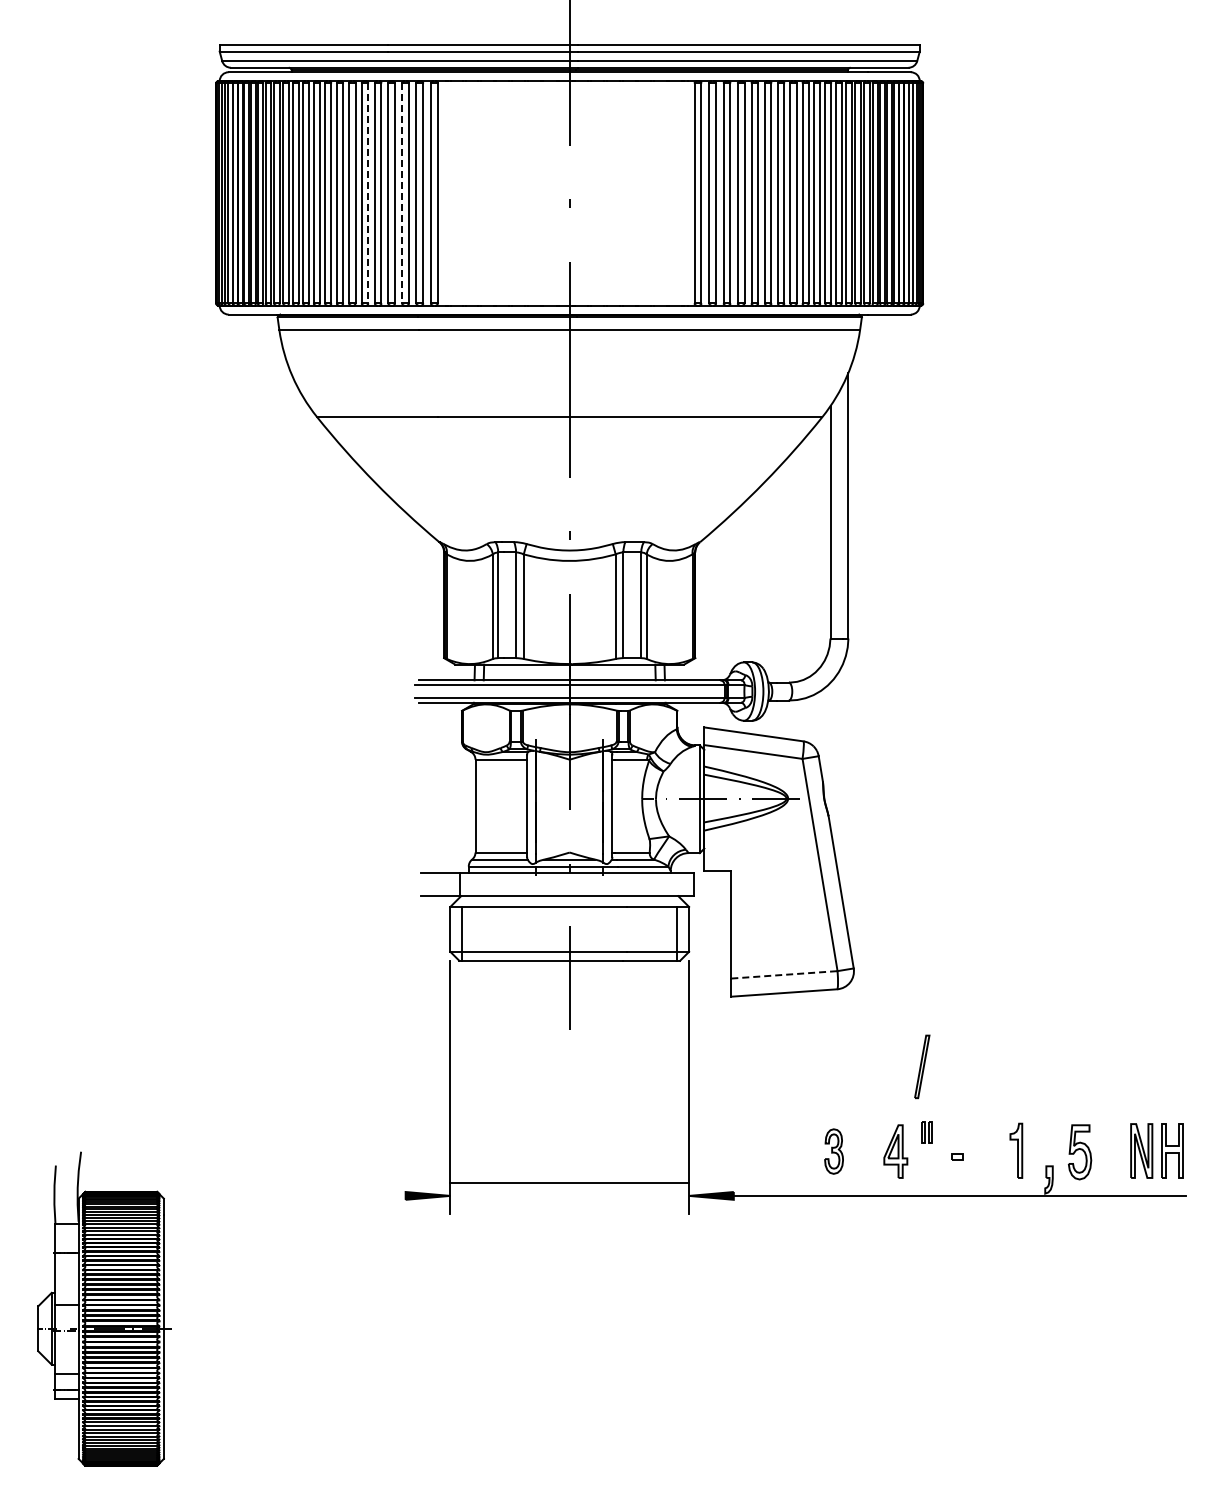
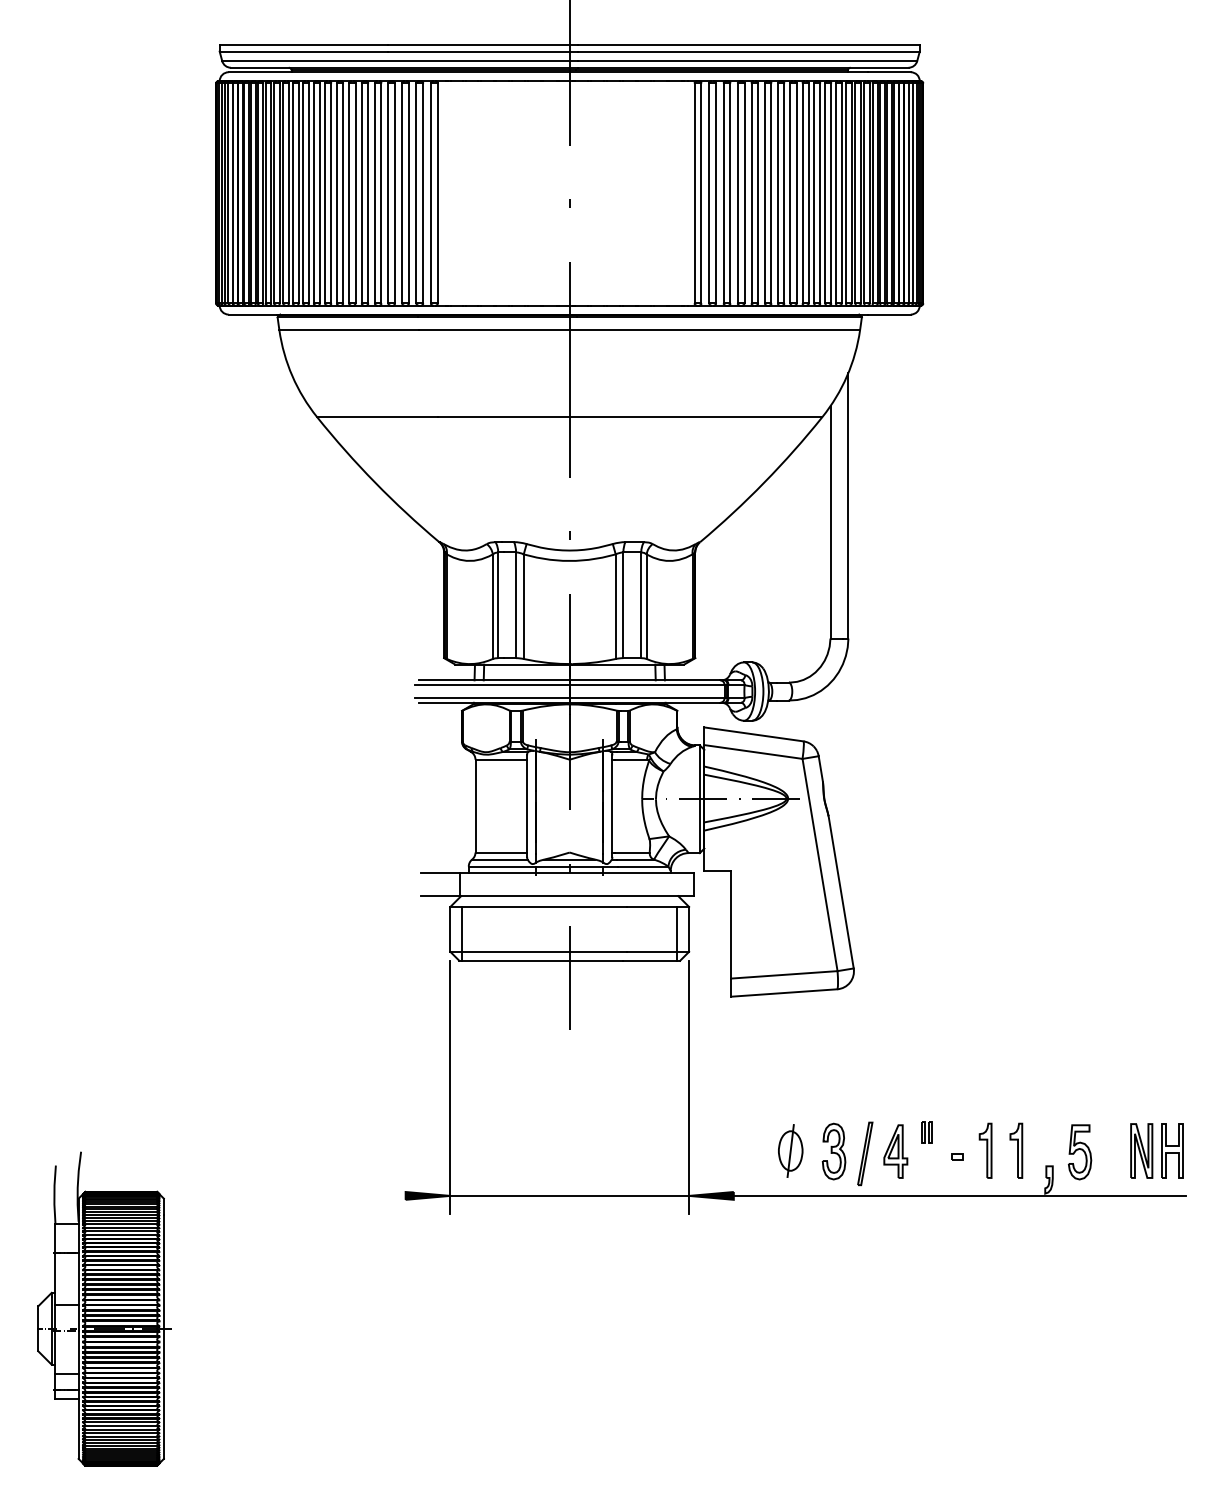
line at (368, 193): dashed -> solid
line at (402, 193): dashed -> solid
line at (784, 974): dashed -> solid
part at (922, 1066) position: (922, 1066) -> (865, 1153)
part at (790, 1150): none -> present
part at (985, 1150): none -> present
part at (833, 1151) size: 20x47 px -> 26x59 px
line at (569, 1182) position: (569, 1182) -> (569, 1195)
